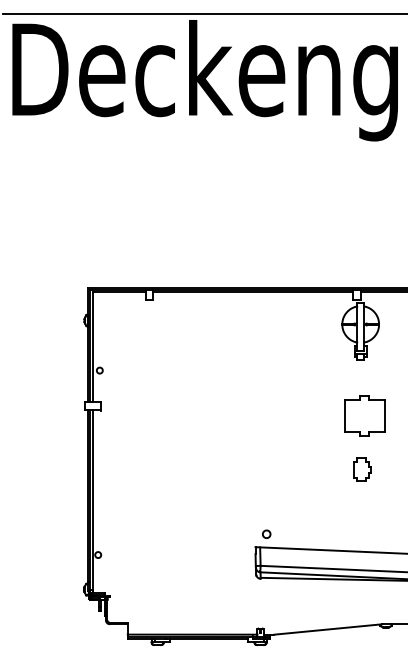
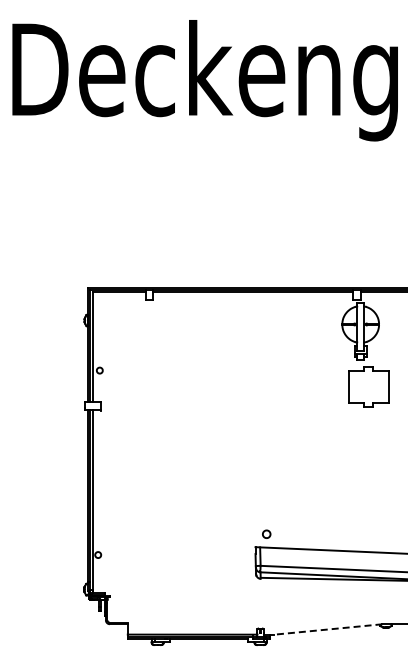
line at (203, 13): present -> none
part at (364, 415) position: (364, 415) -> (368, 386)
part at (362, 469): present -> none
line at (327, 629): solid -> dashed
